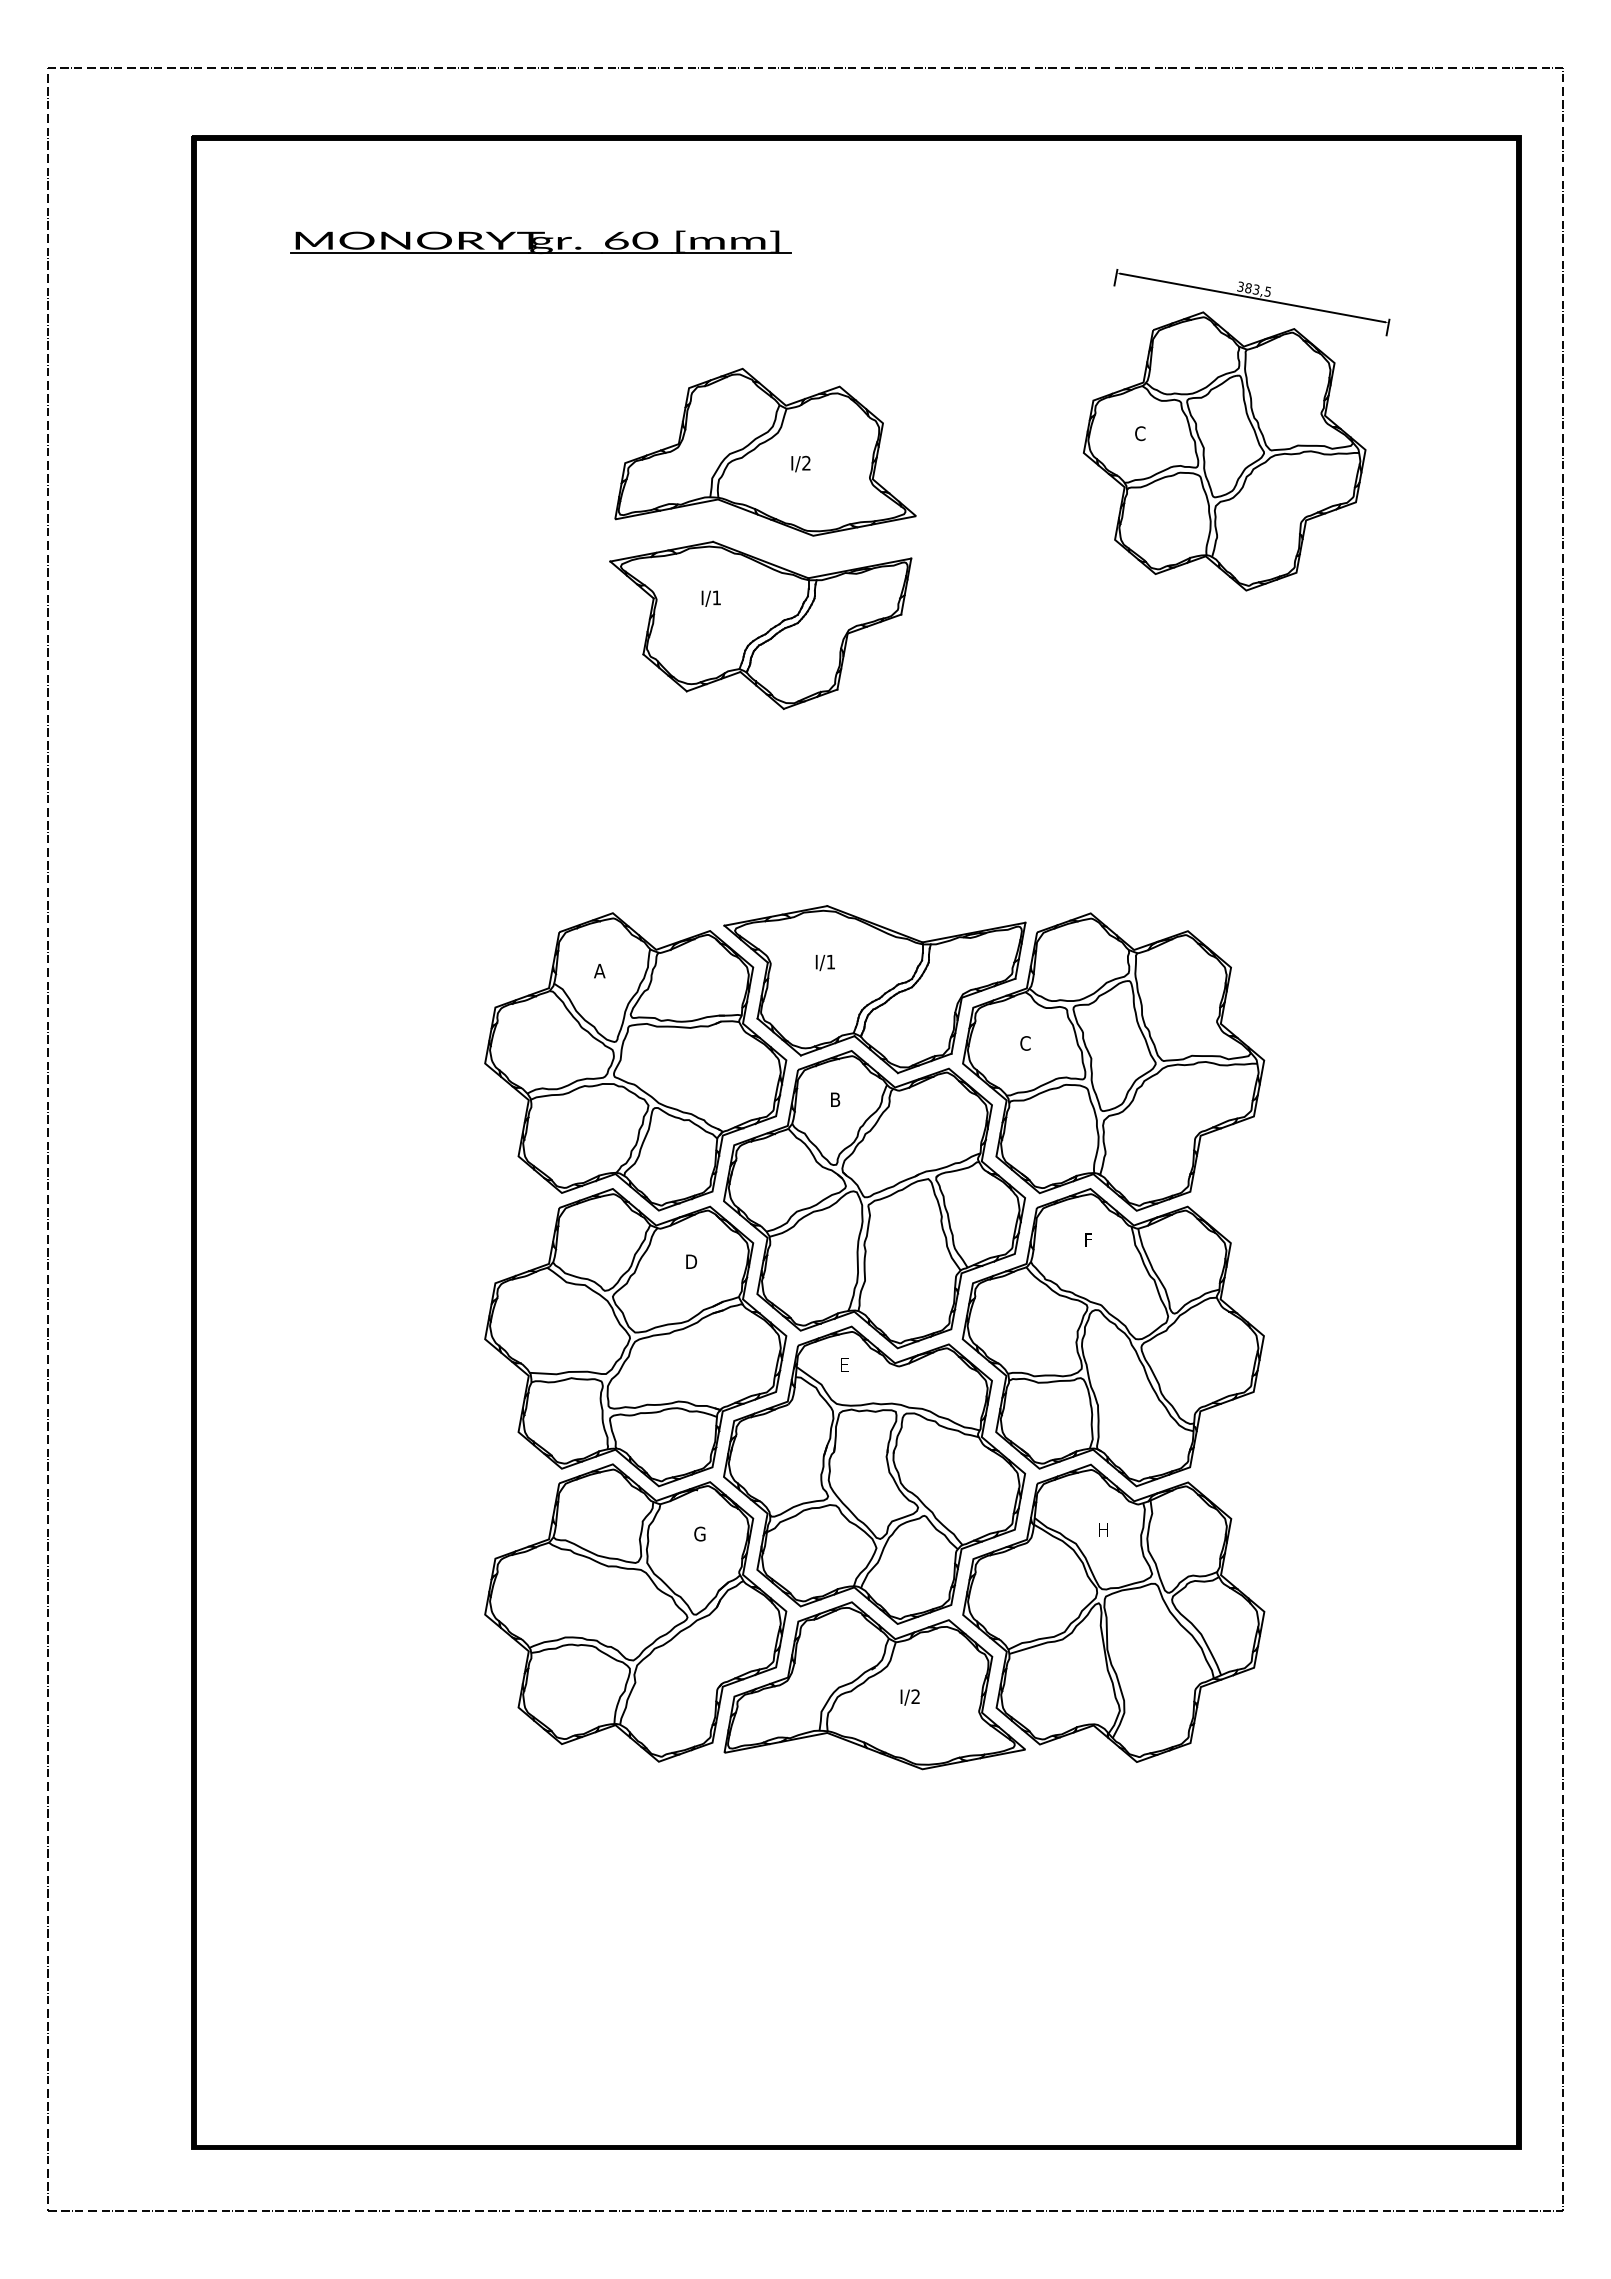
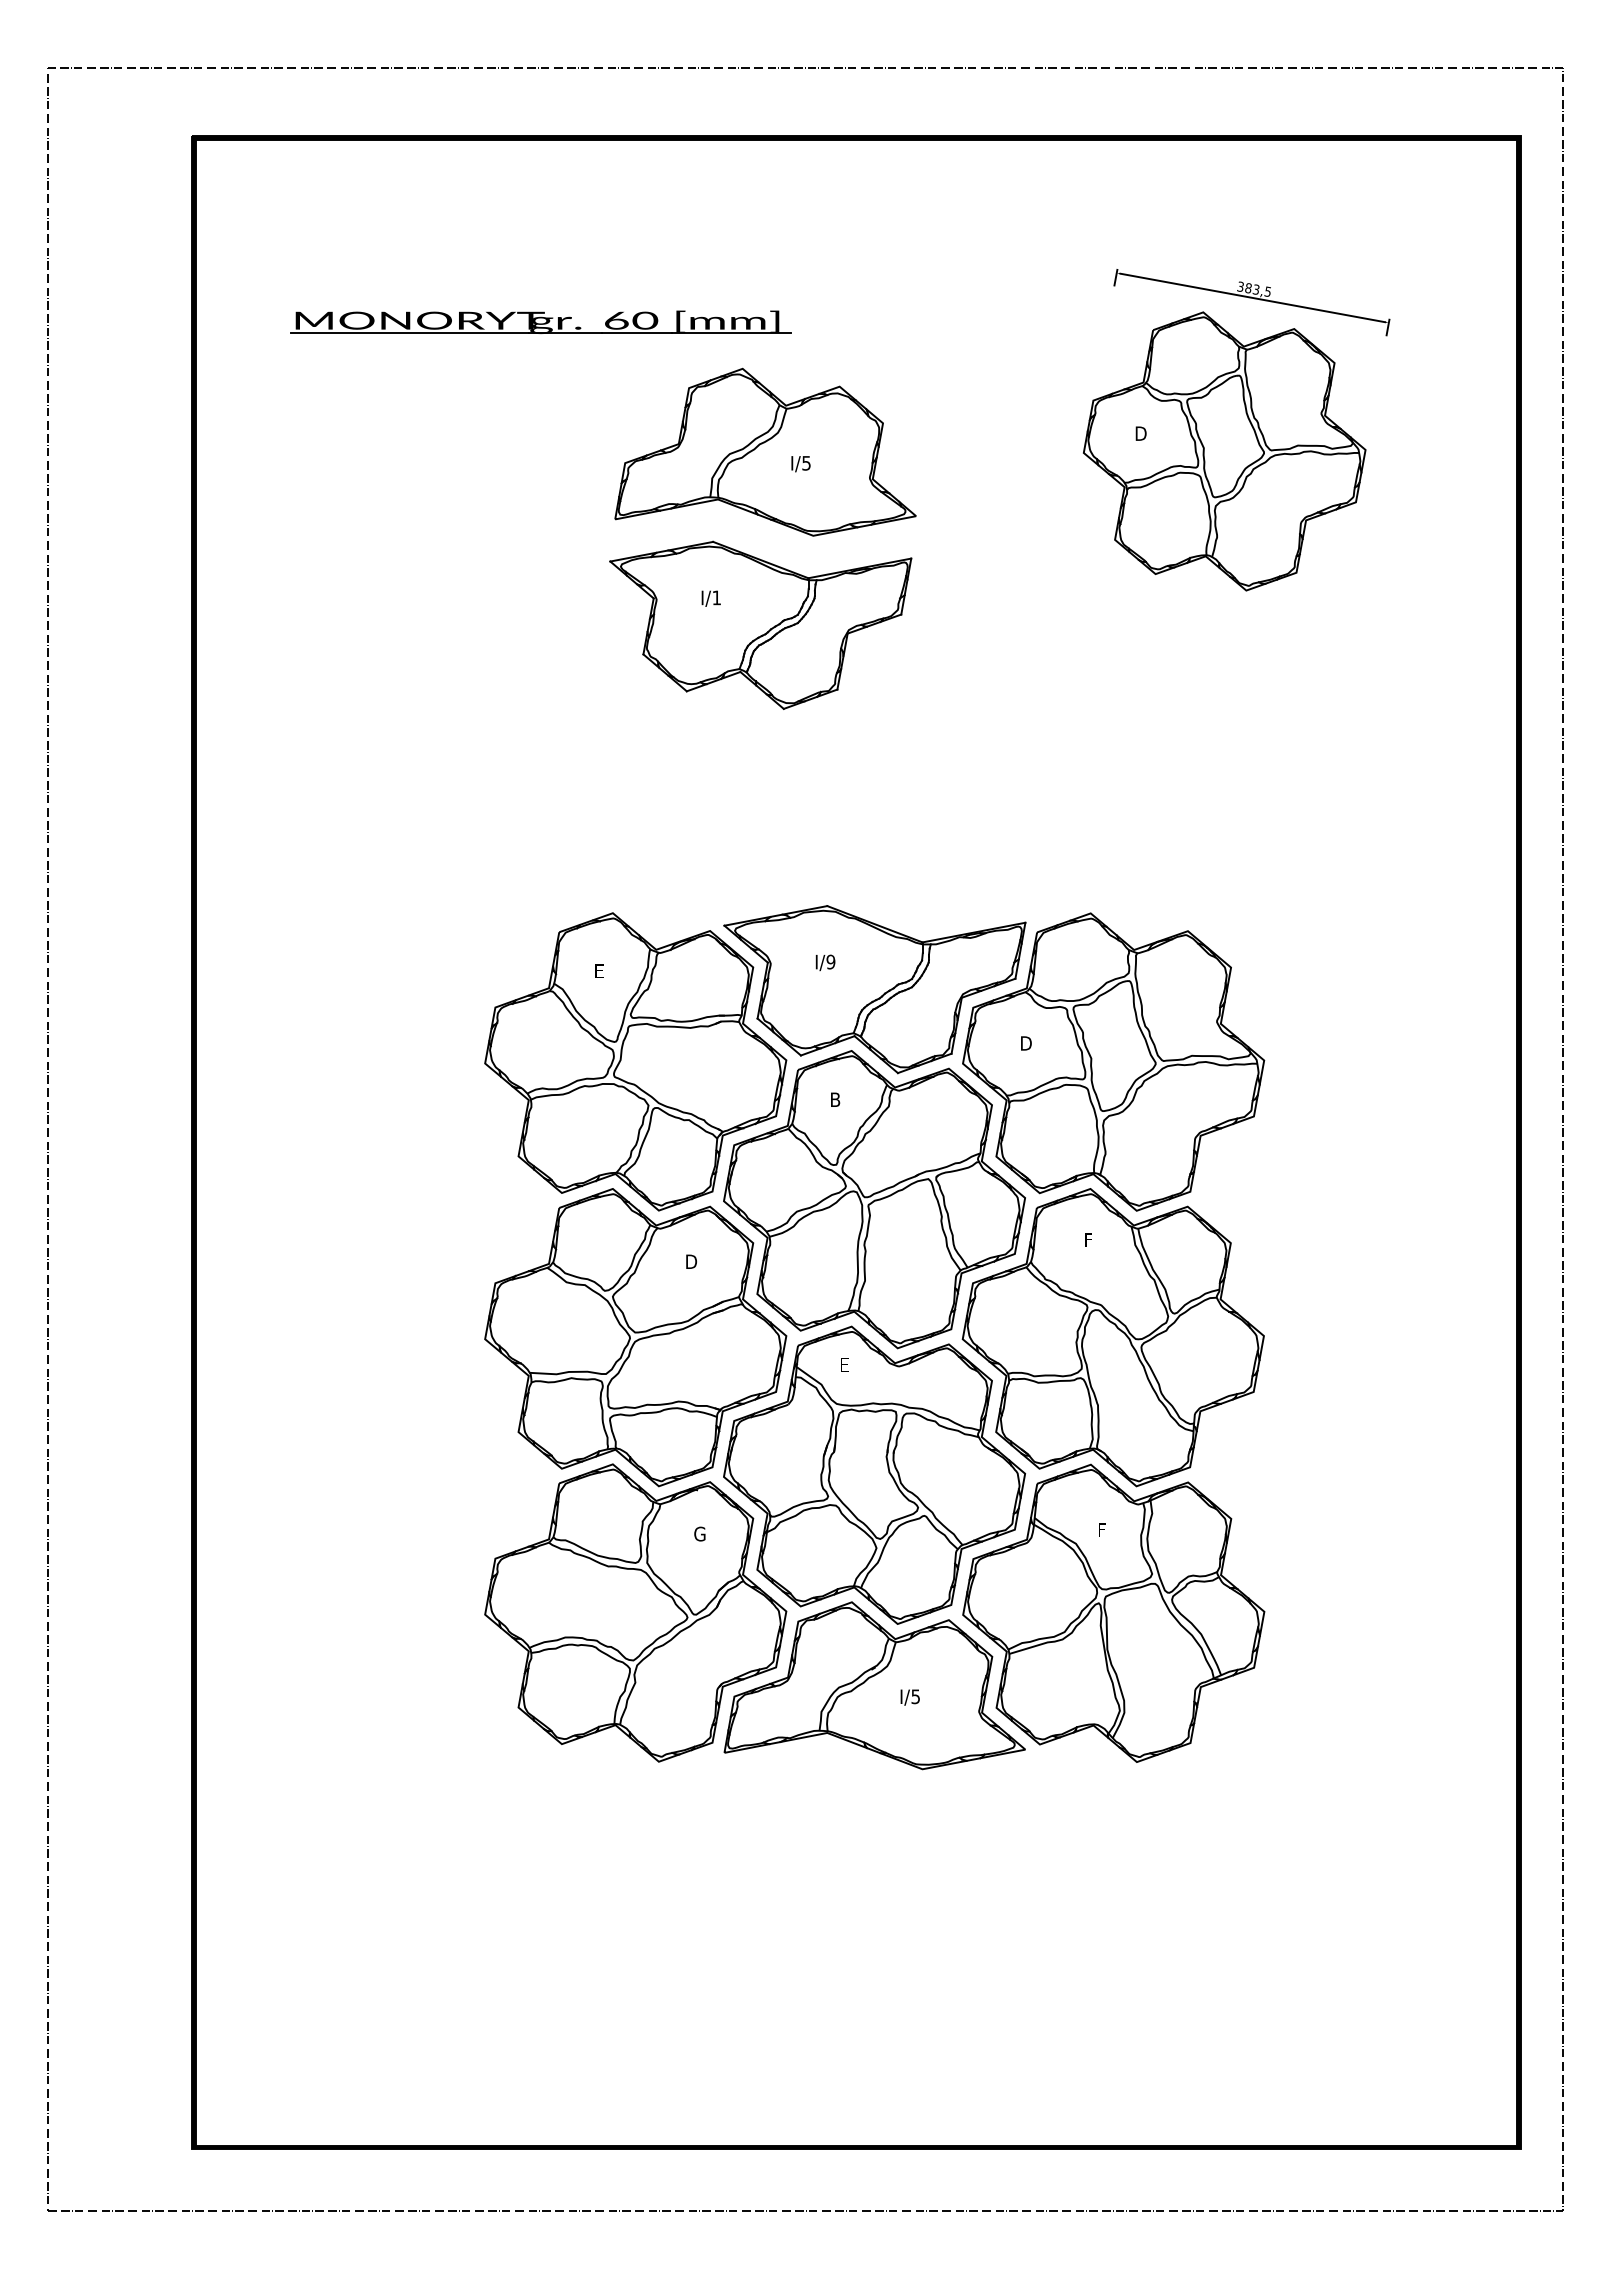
part at (540, 241) position: (540, 241) -> (540, 321)
text at (1140, 433): C -> D
text at (806, 462): I/2 -> I/5
text at (830, 961): I/1 -> I/9
text at (599, 970): A -> E
text at (1025, 1043): C -> D
text at (1103, 1529): H -> F
text at (915, 1696): I/2 -> I/5
